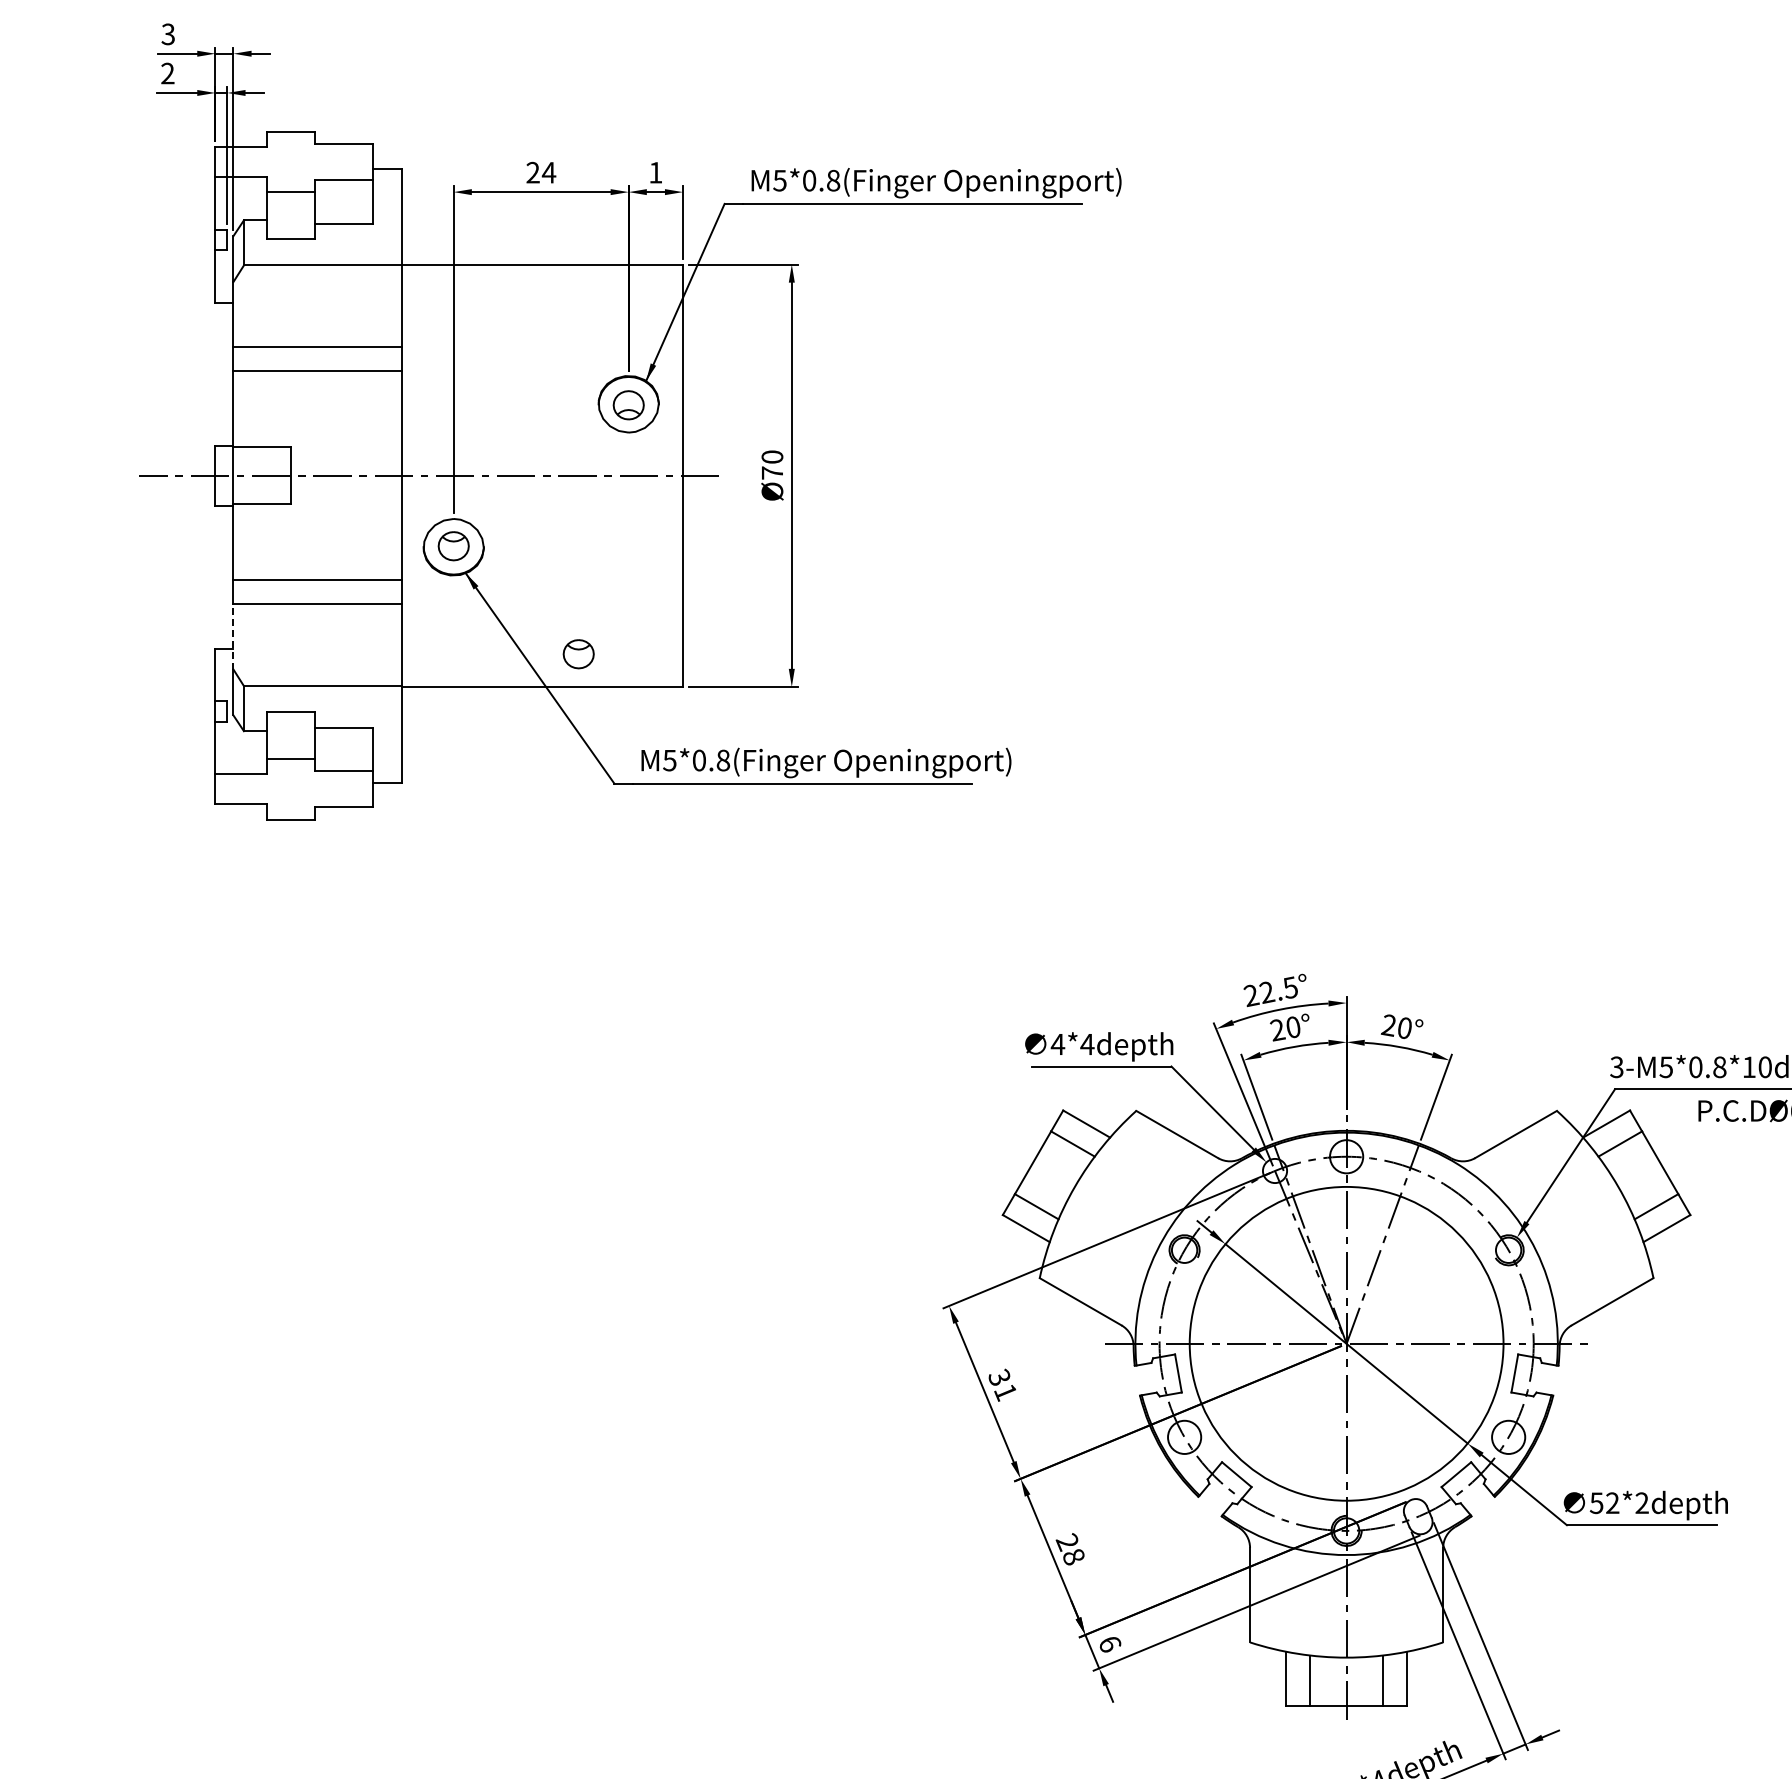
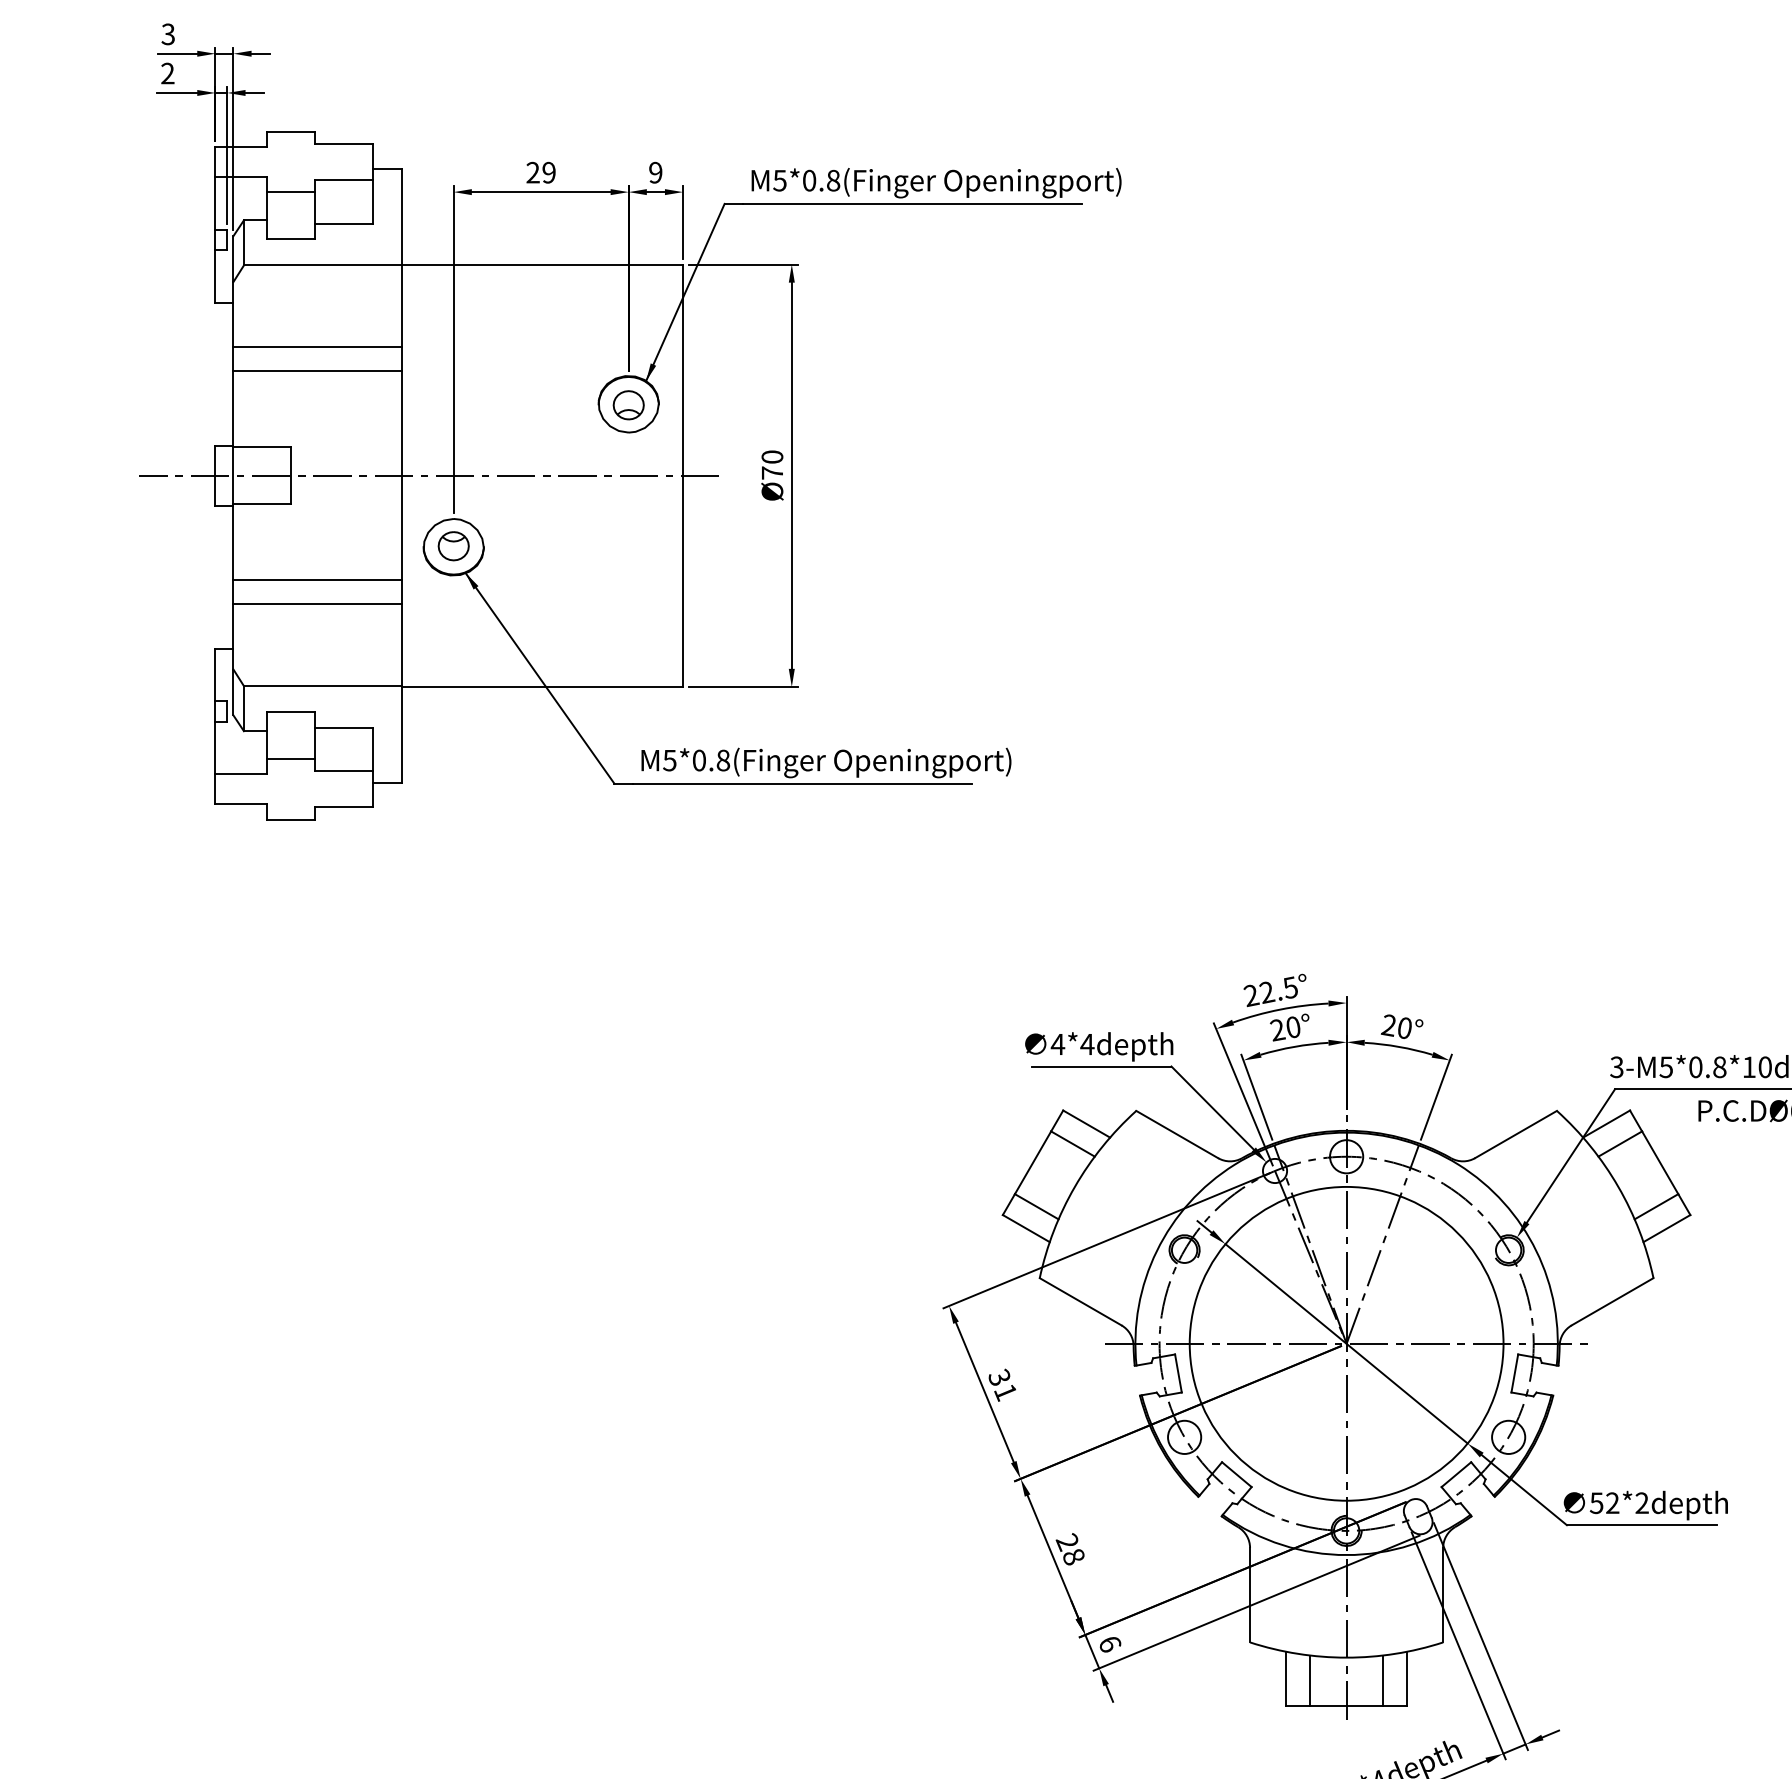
text at (548, 172): 24 -> 29
text at (655, 172): 1 -> 9
line at (233, 636): dashed -> solid
part at (578, 654): present -> none
